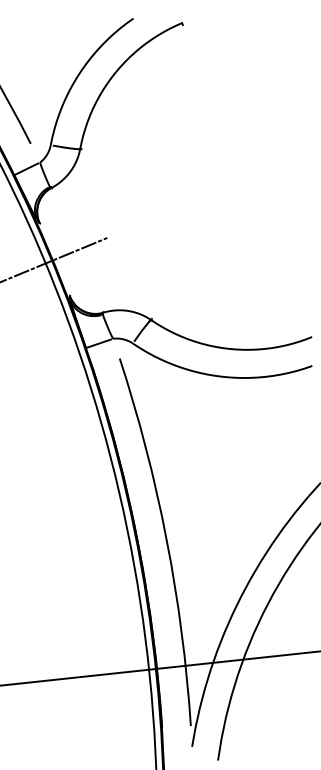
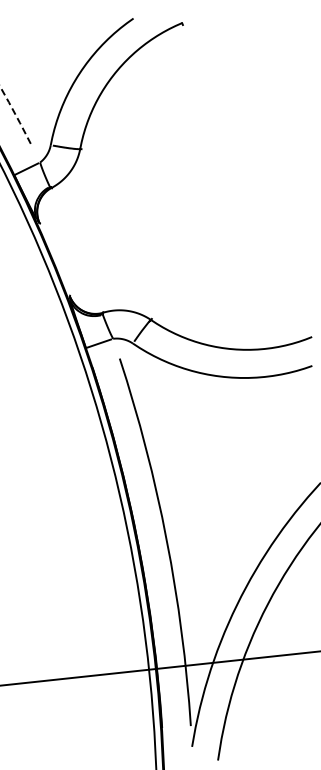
arc at (15, 114): solid -> dashed
line at (54, 259): present -> none
